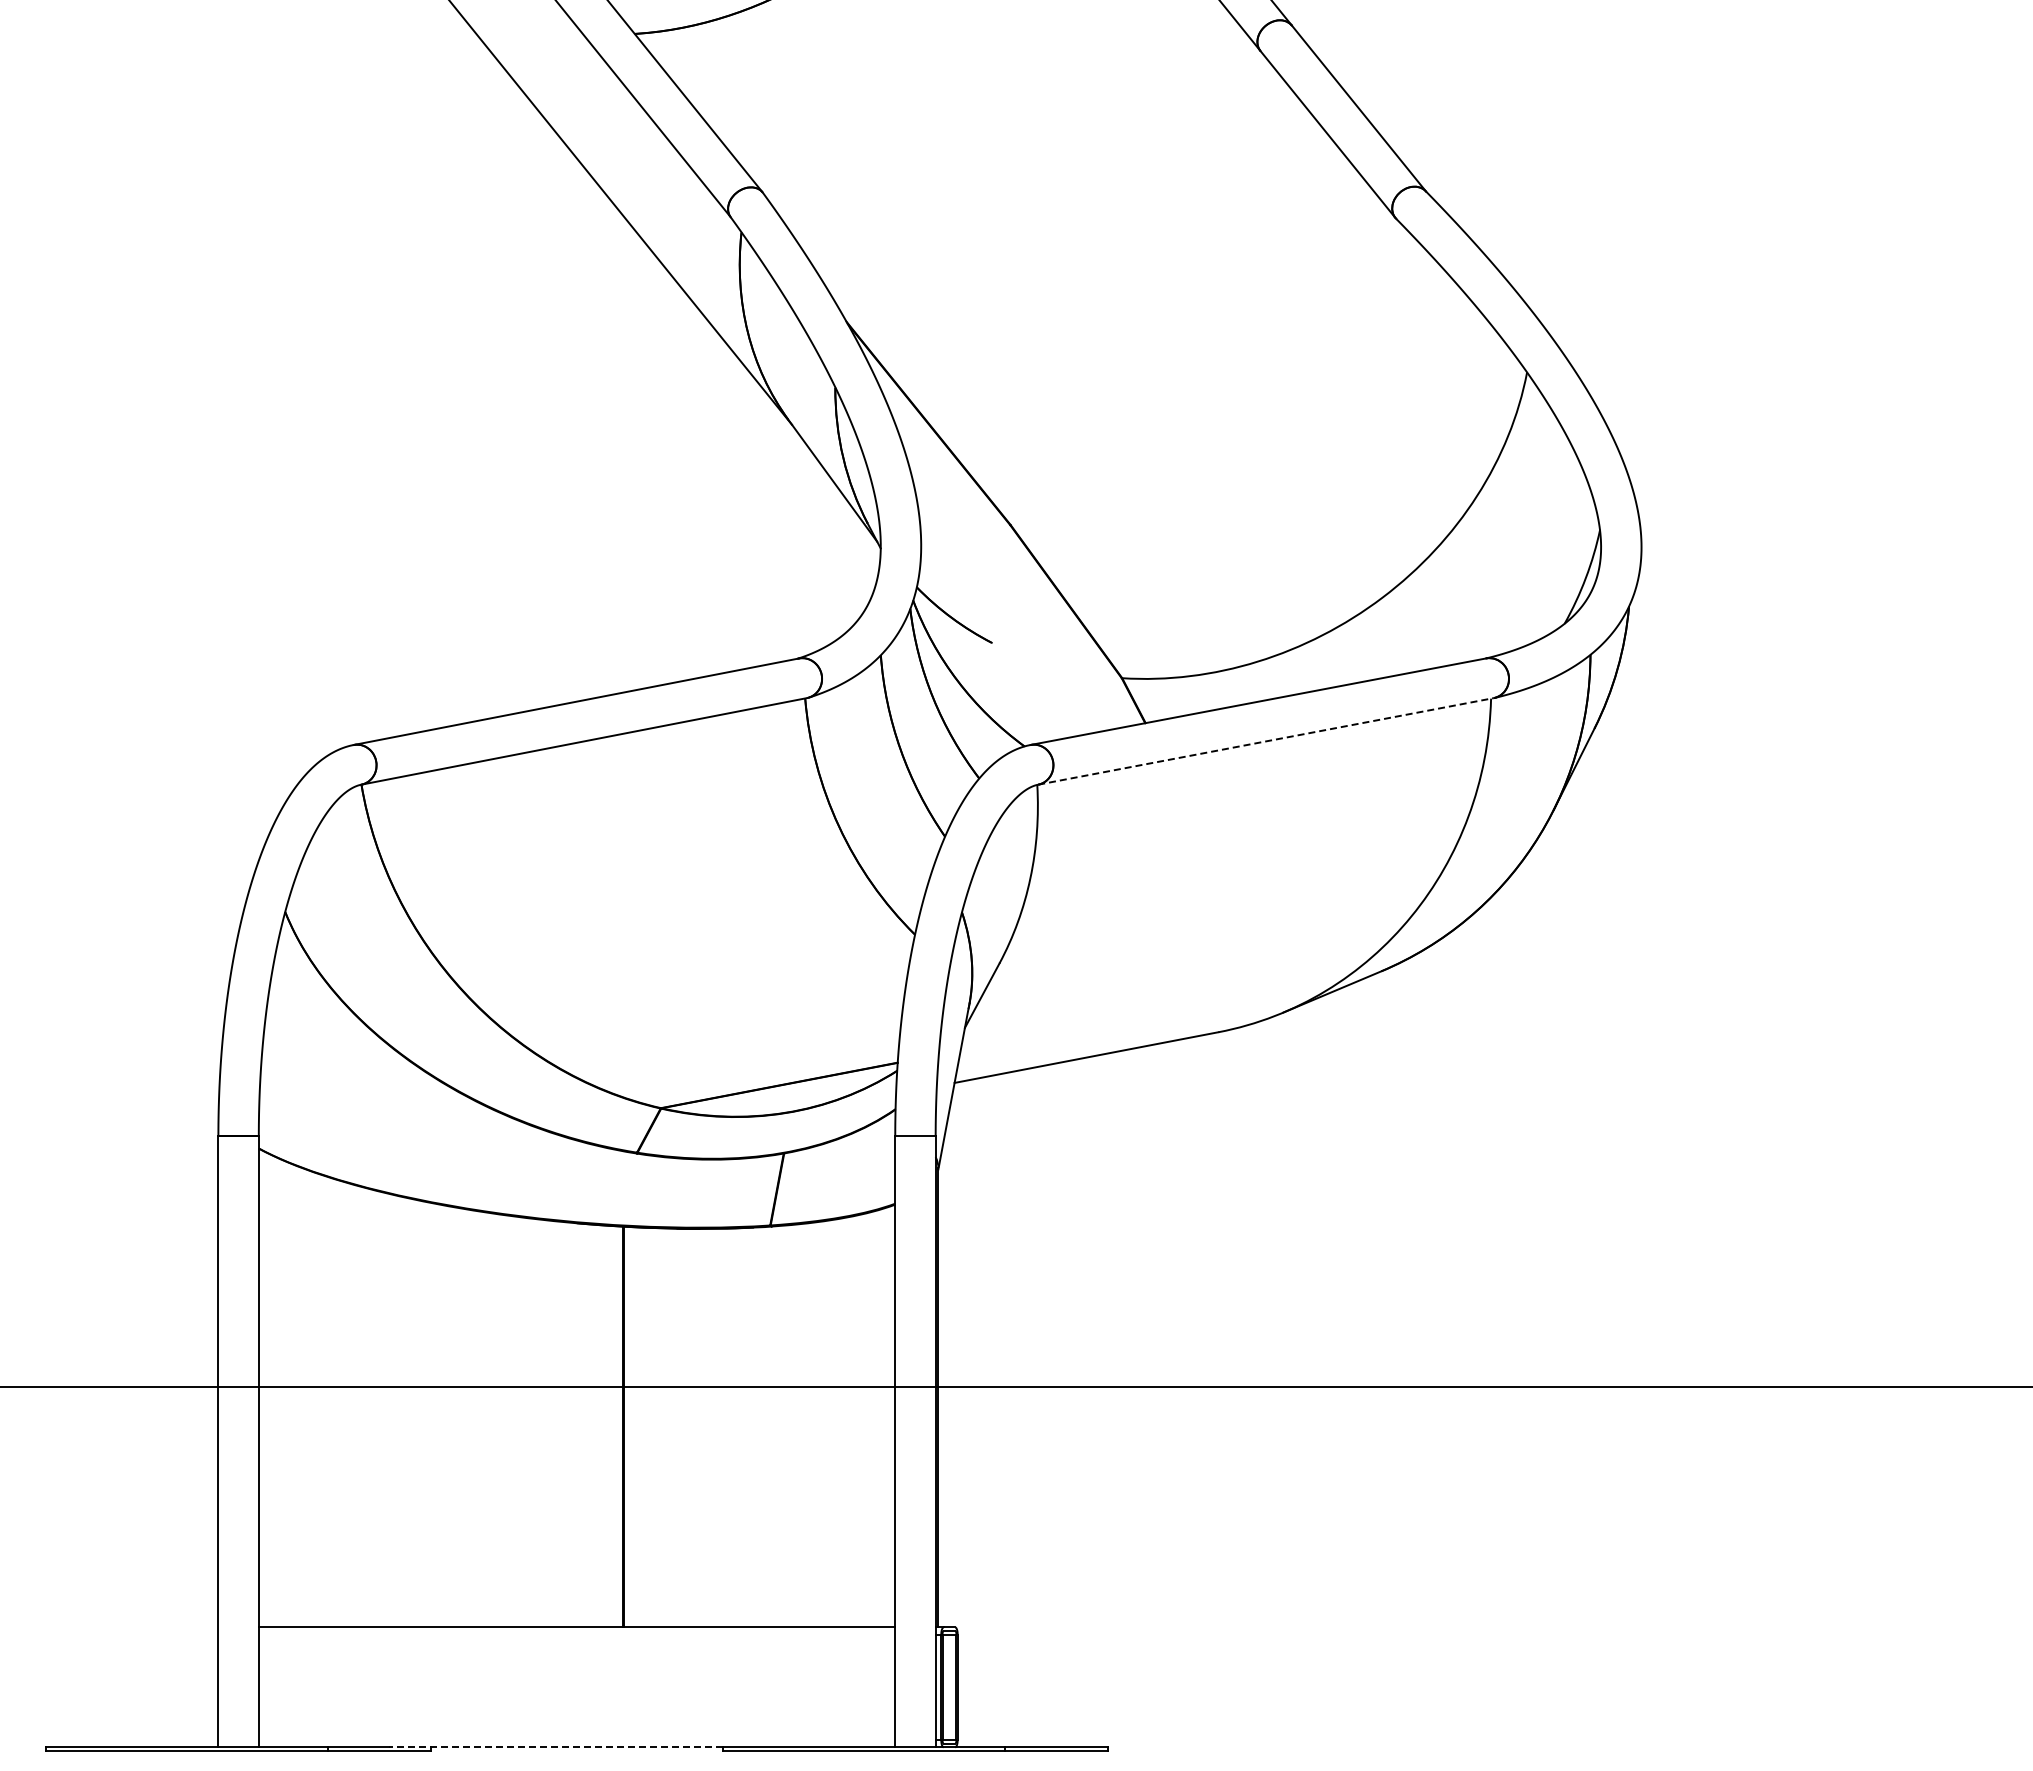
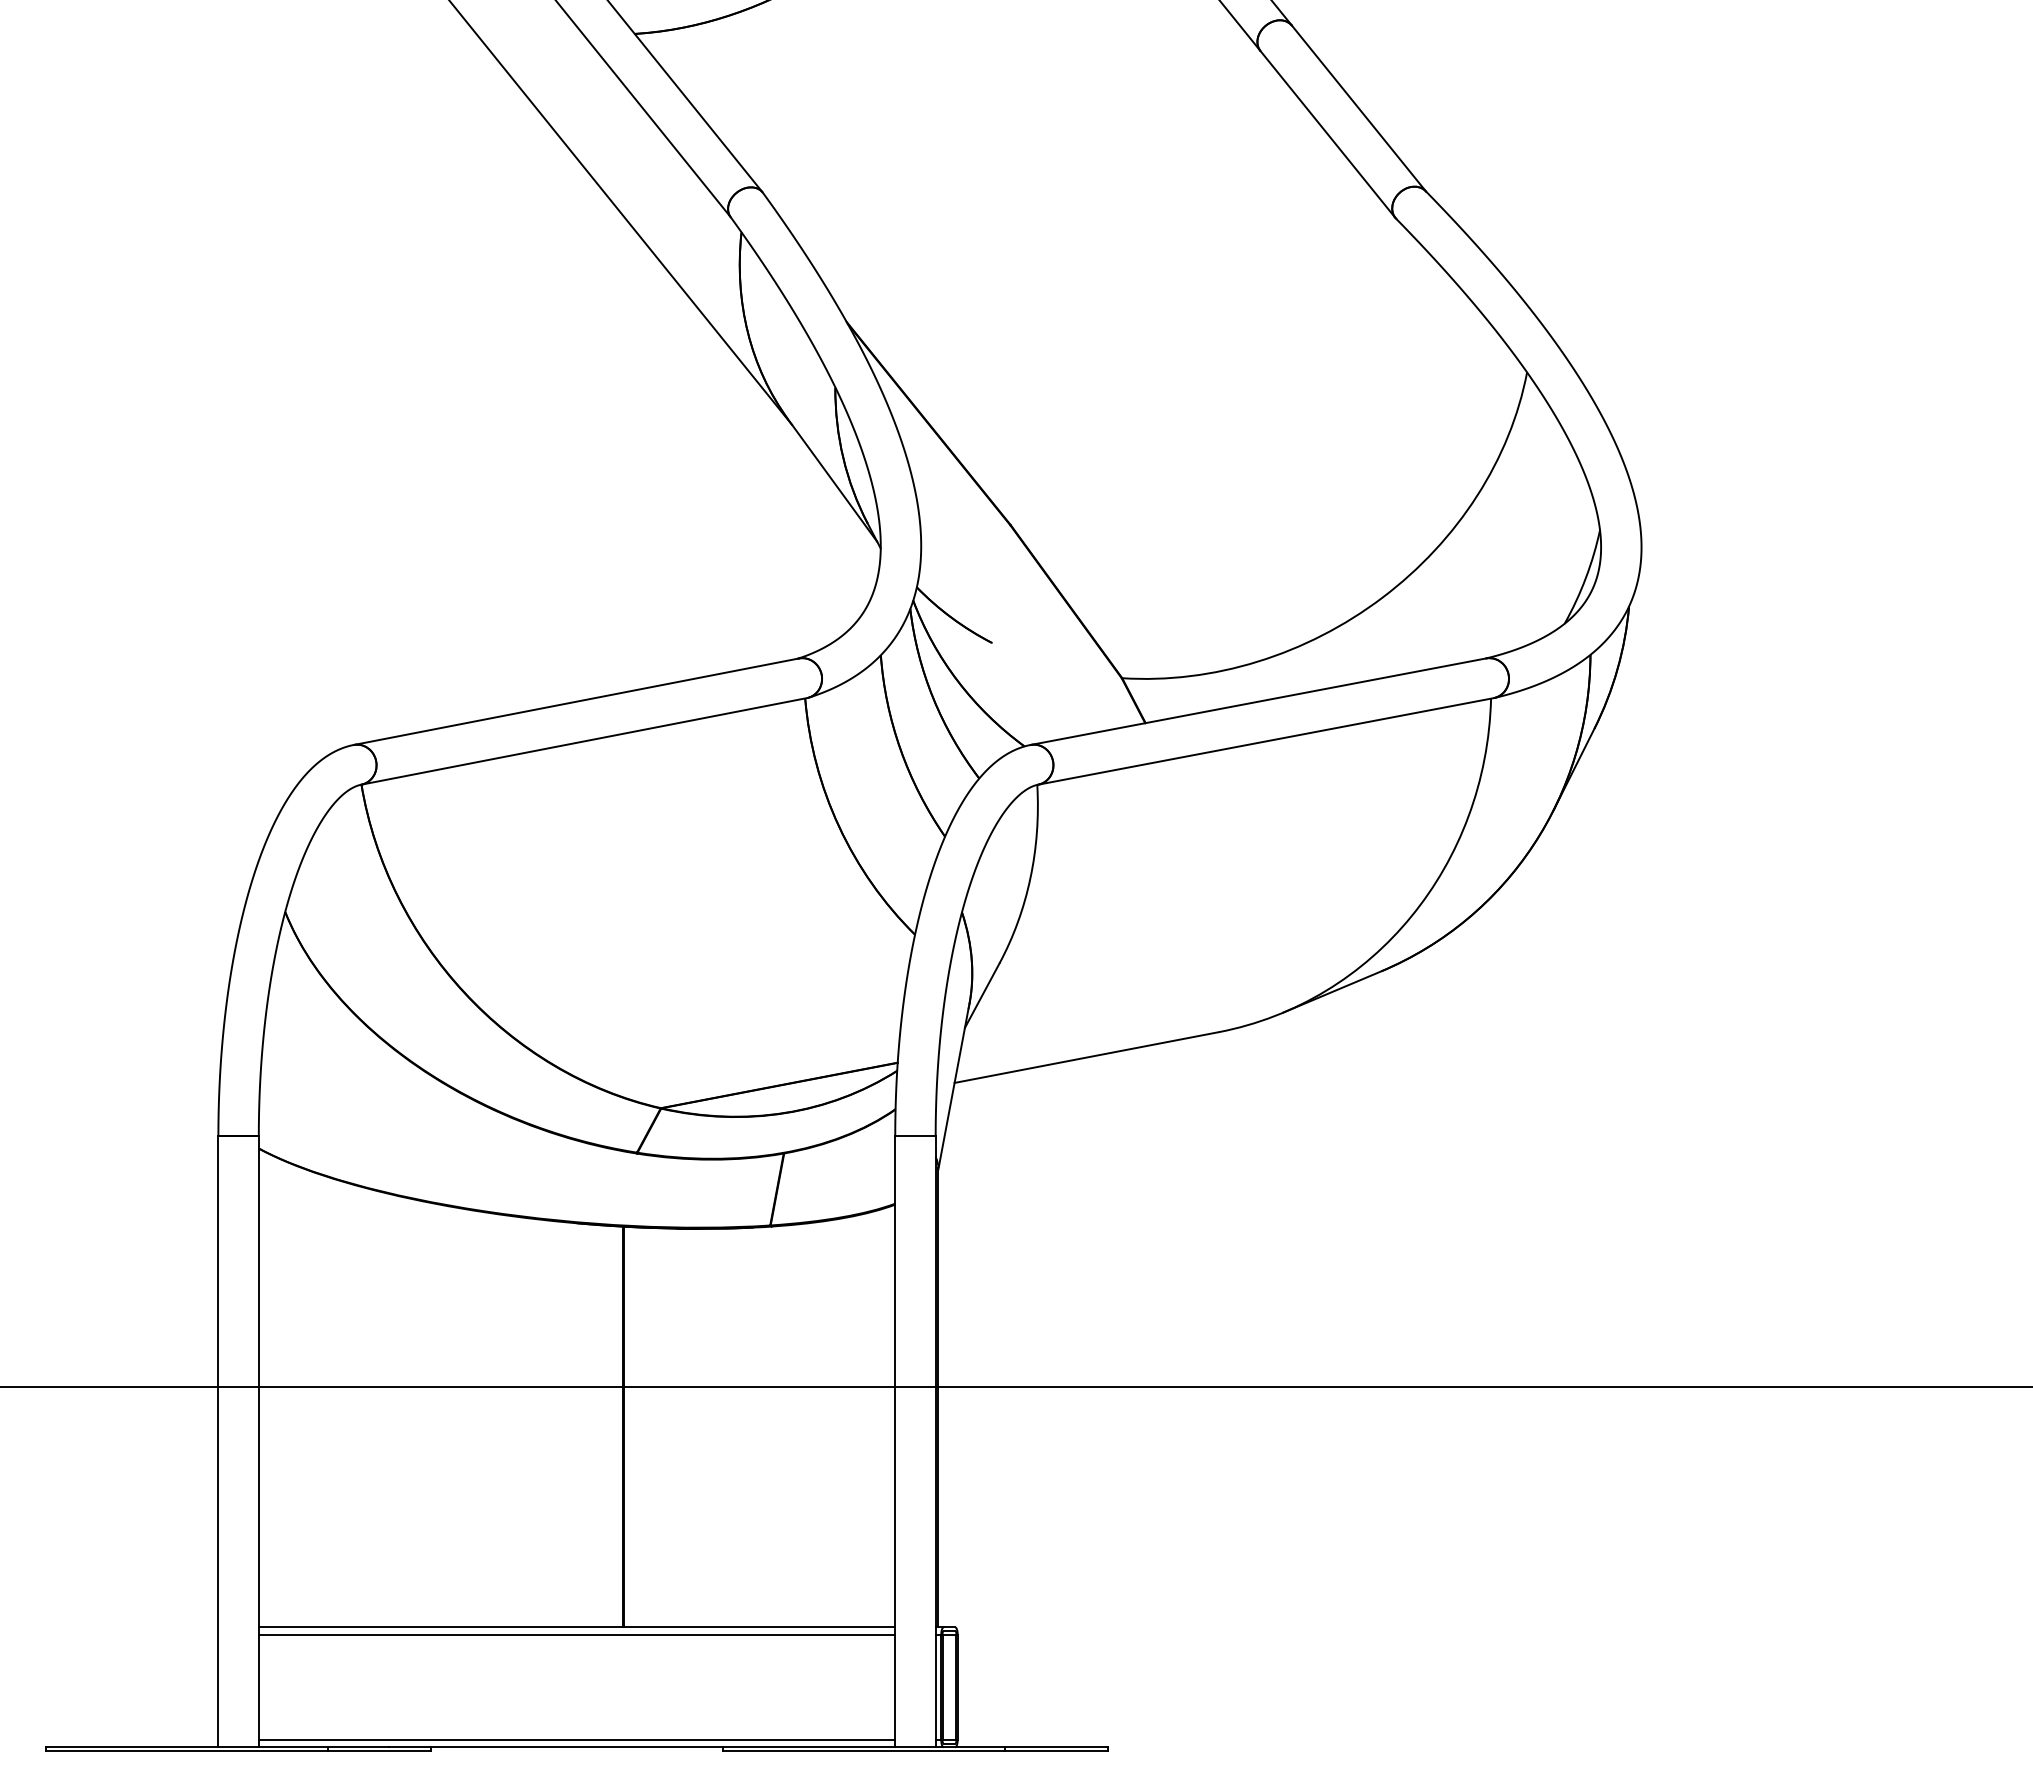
line at (1265, 741): dashed -> solid
line at (576, 1634): none -> present
line at (576, 1740): none -> present
line at (555, 1747): dashed -> solid
